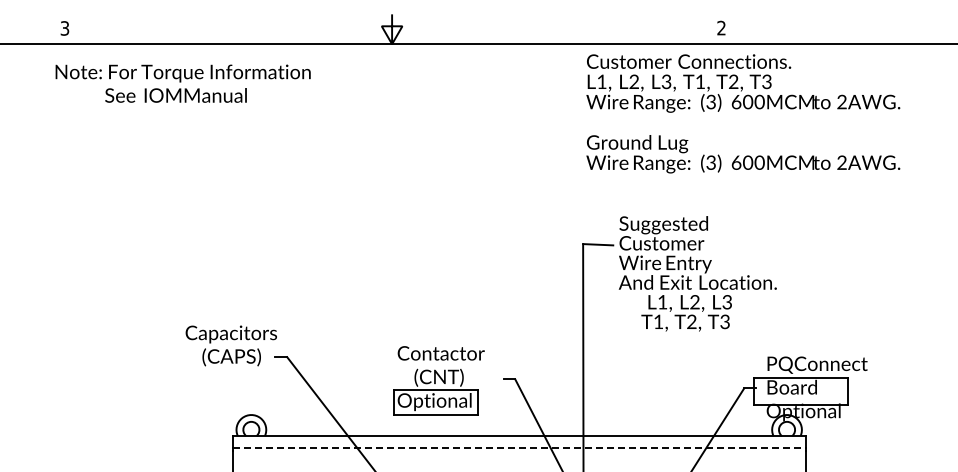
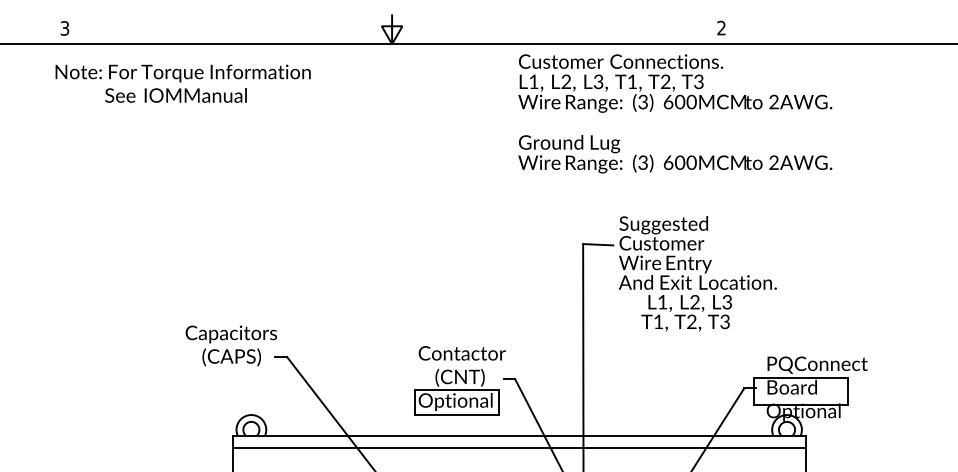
text at (743, 113) position: (743, 113) -> (675, 113)
part at (438, 380) position: (438, 380) -> (459, 380)
line at (520, 448): dashed -> solid
